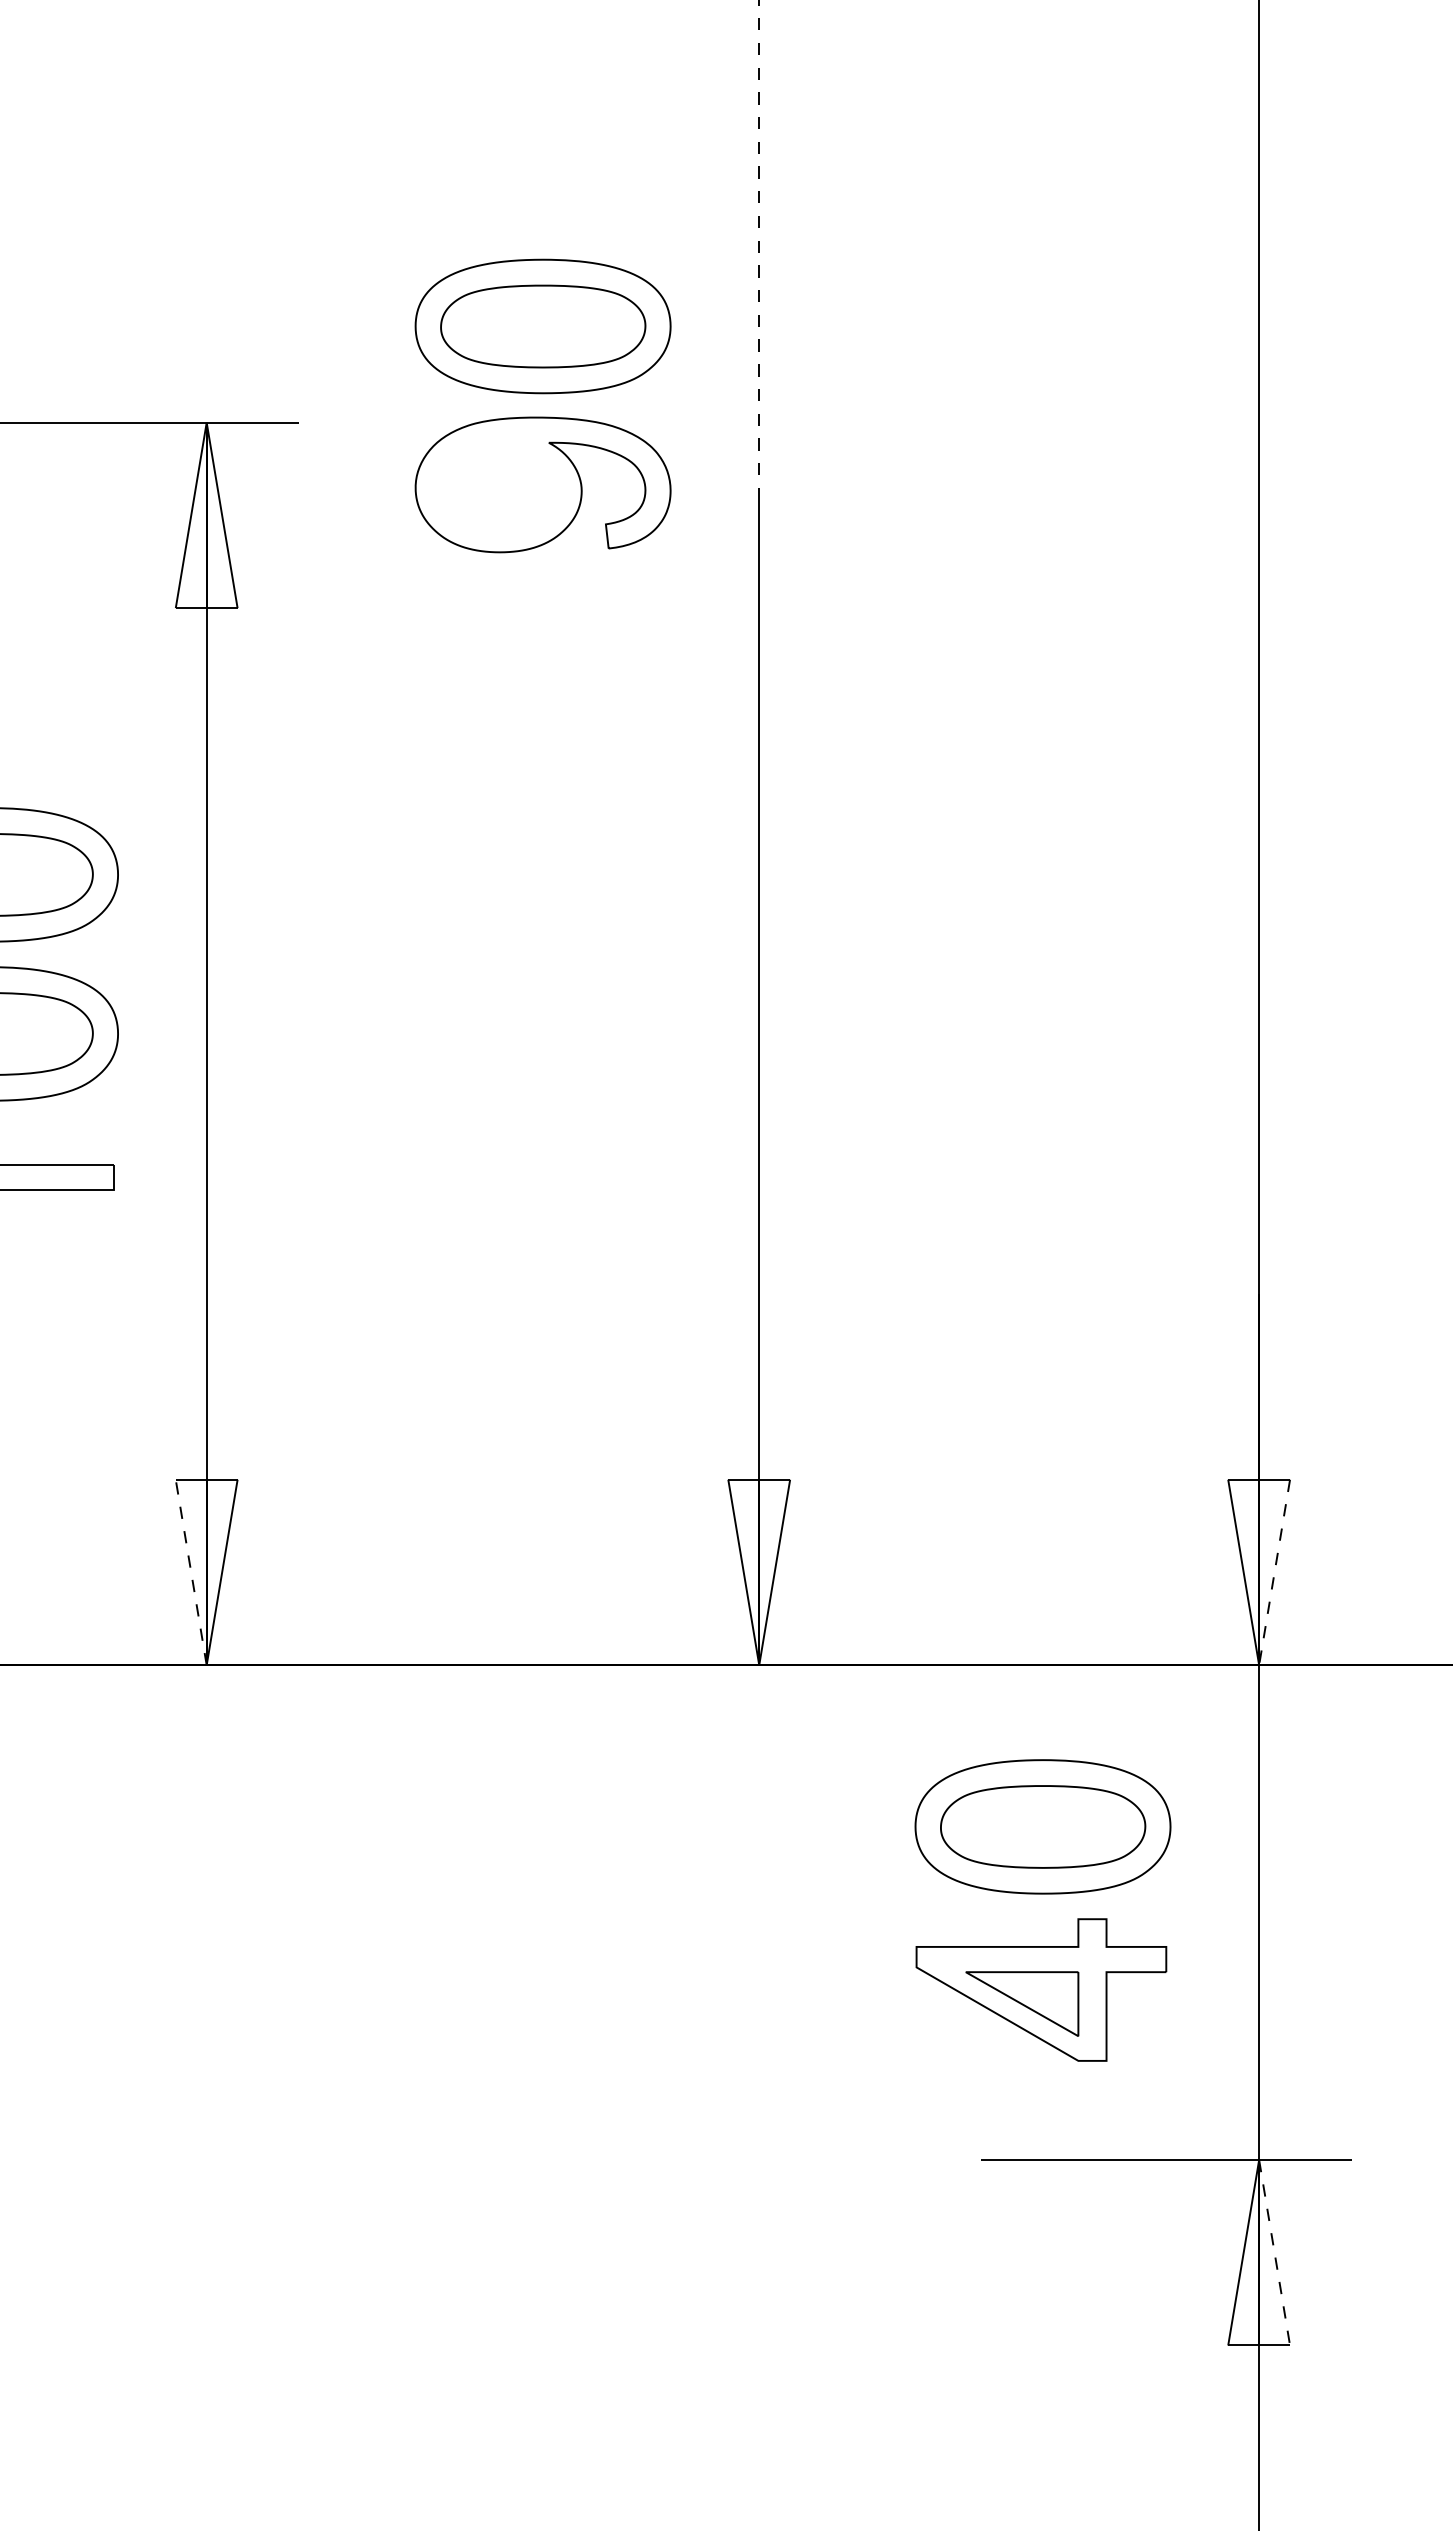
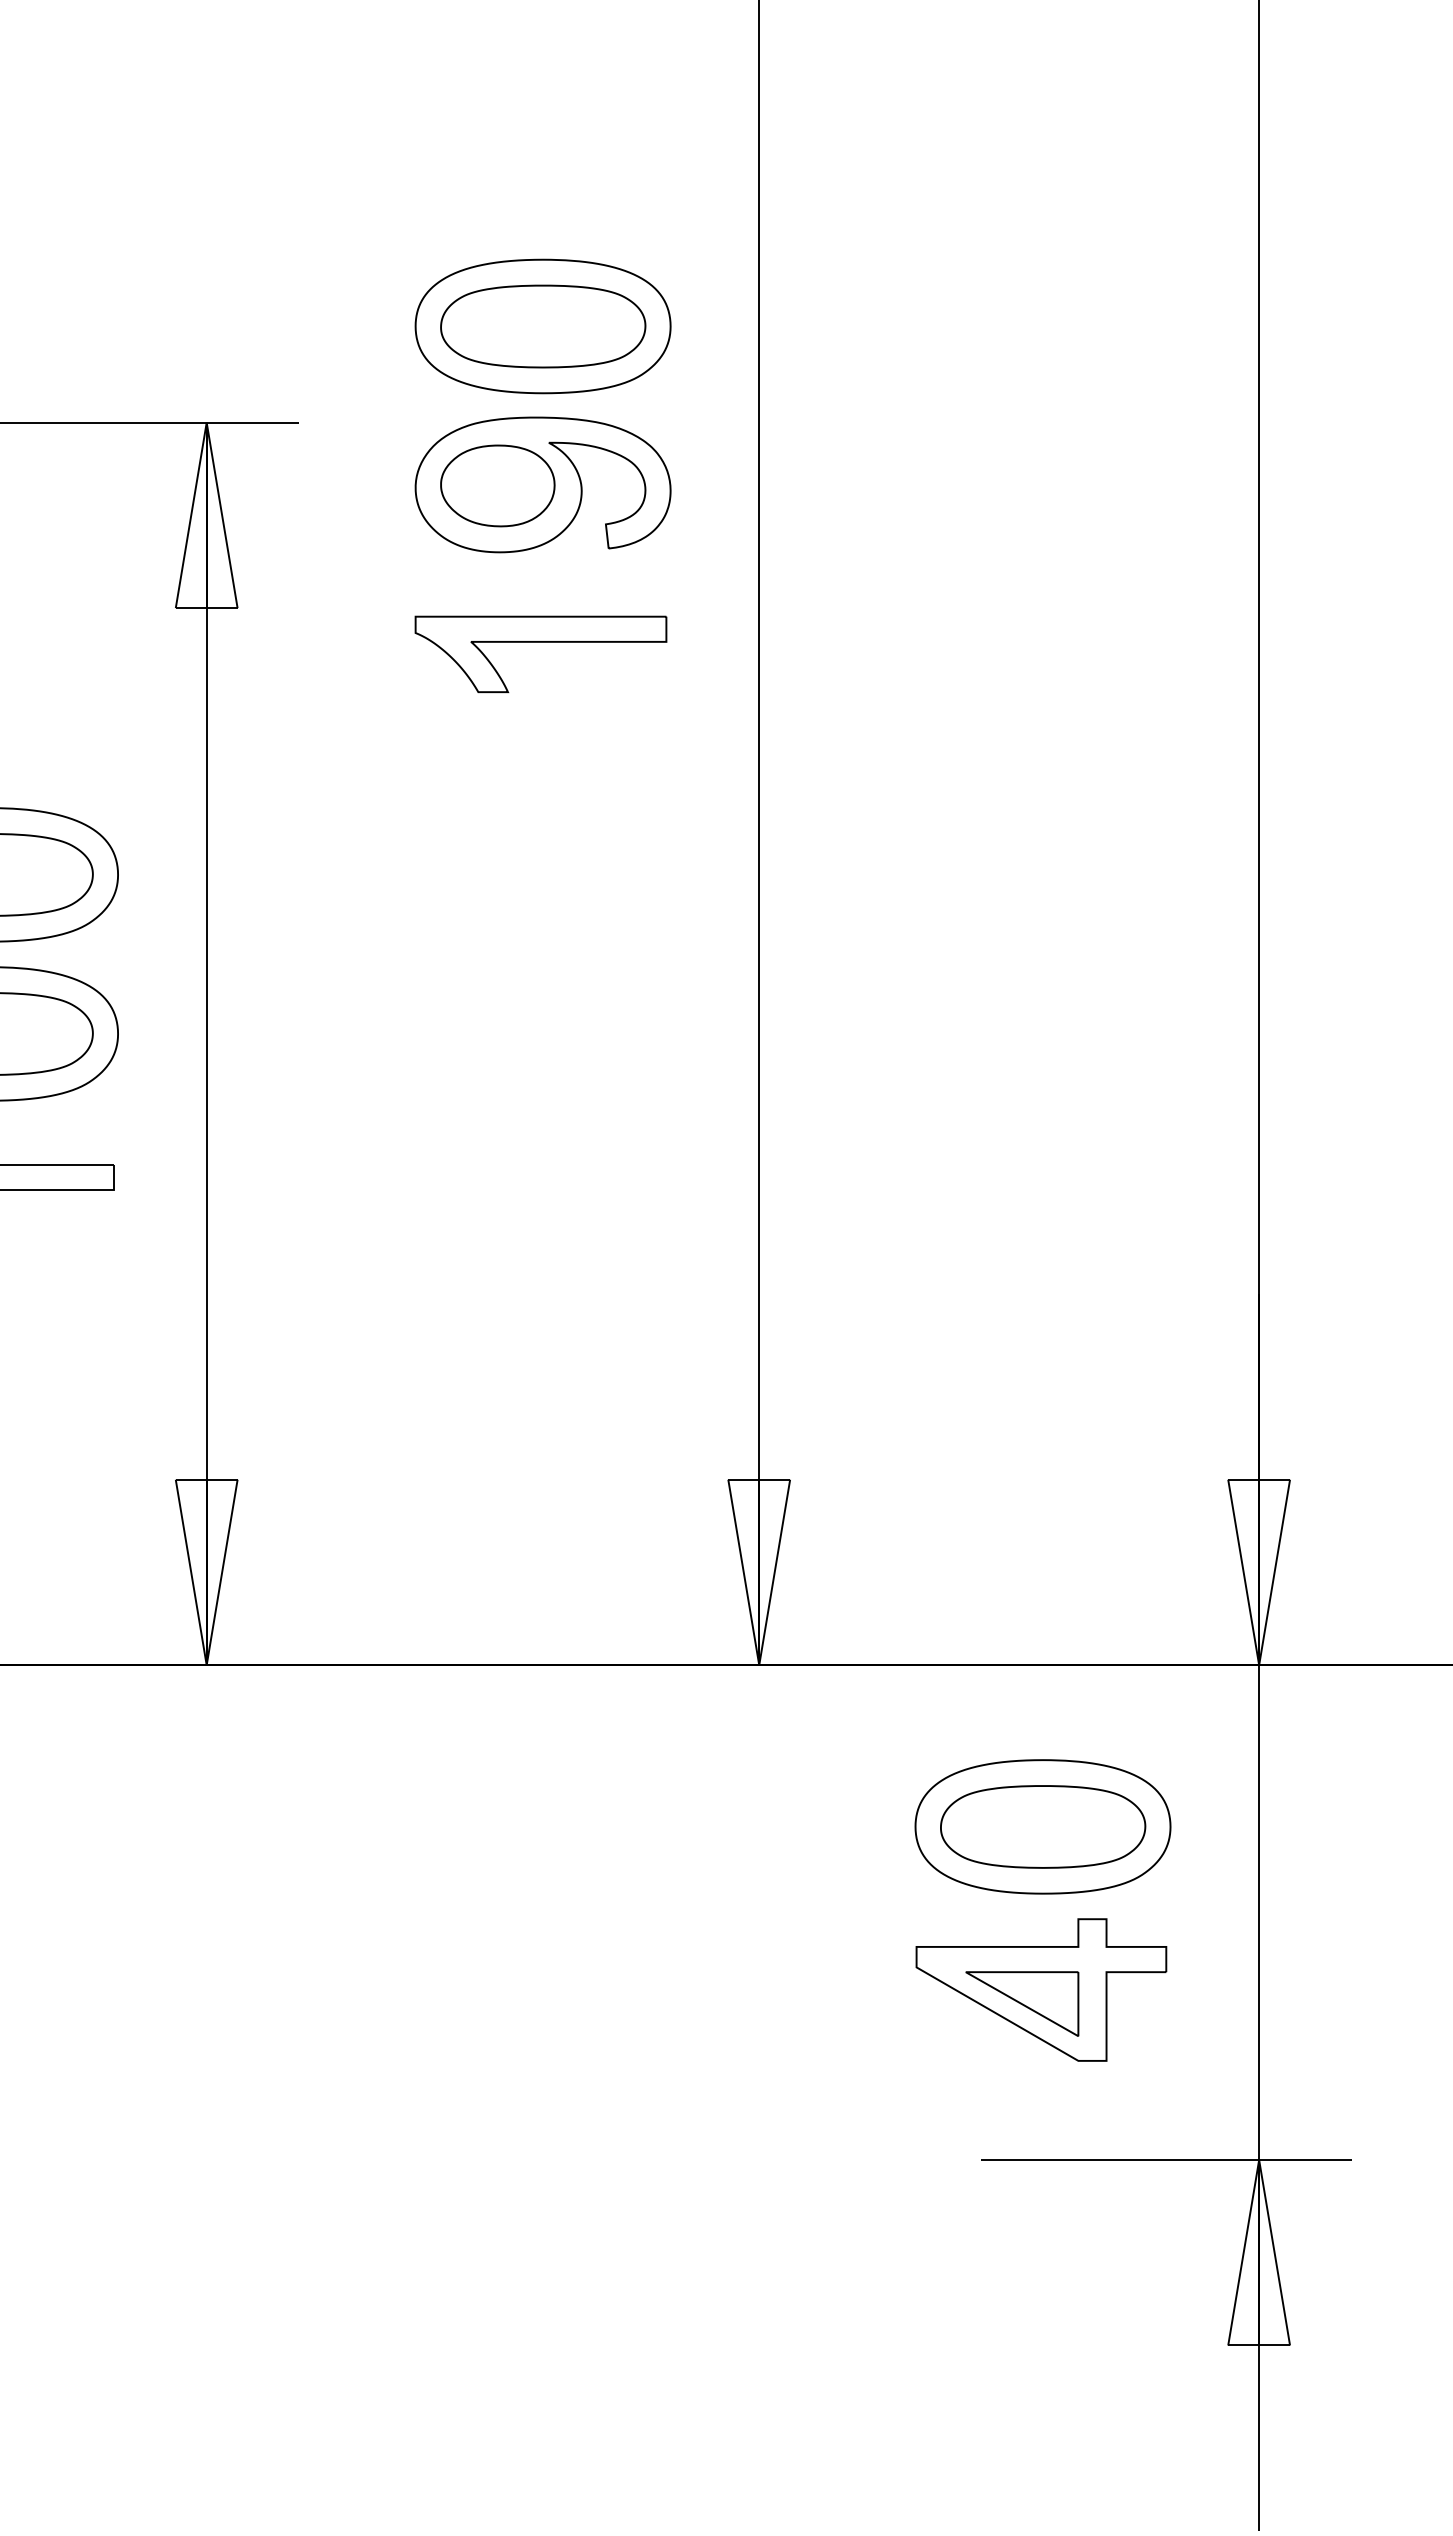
line at (759, 248): dashed -> solid
part at (497, 485): none -> present
part at (540, 642): none -> present
line at (191, 1572): dashed -> solid
line at (1274, 1572): dashed -> solid
line at (1274, 2253): dashed -> solid
